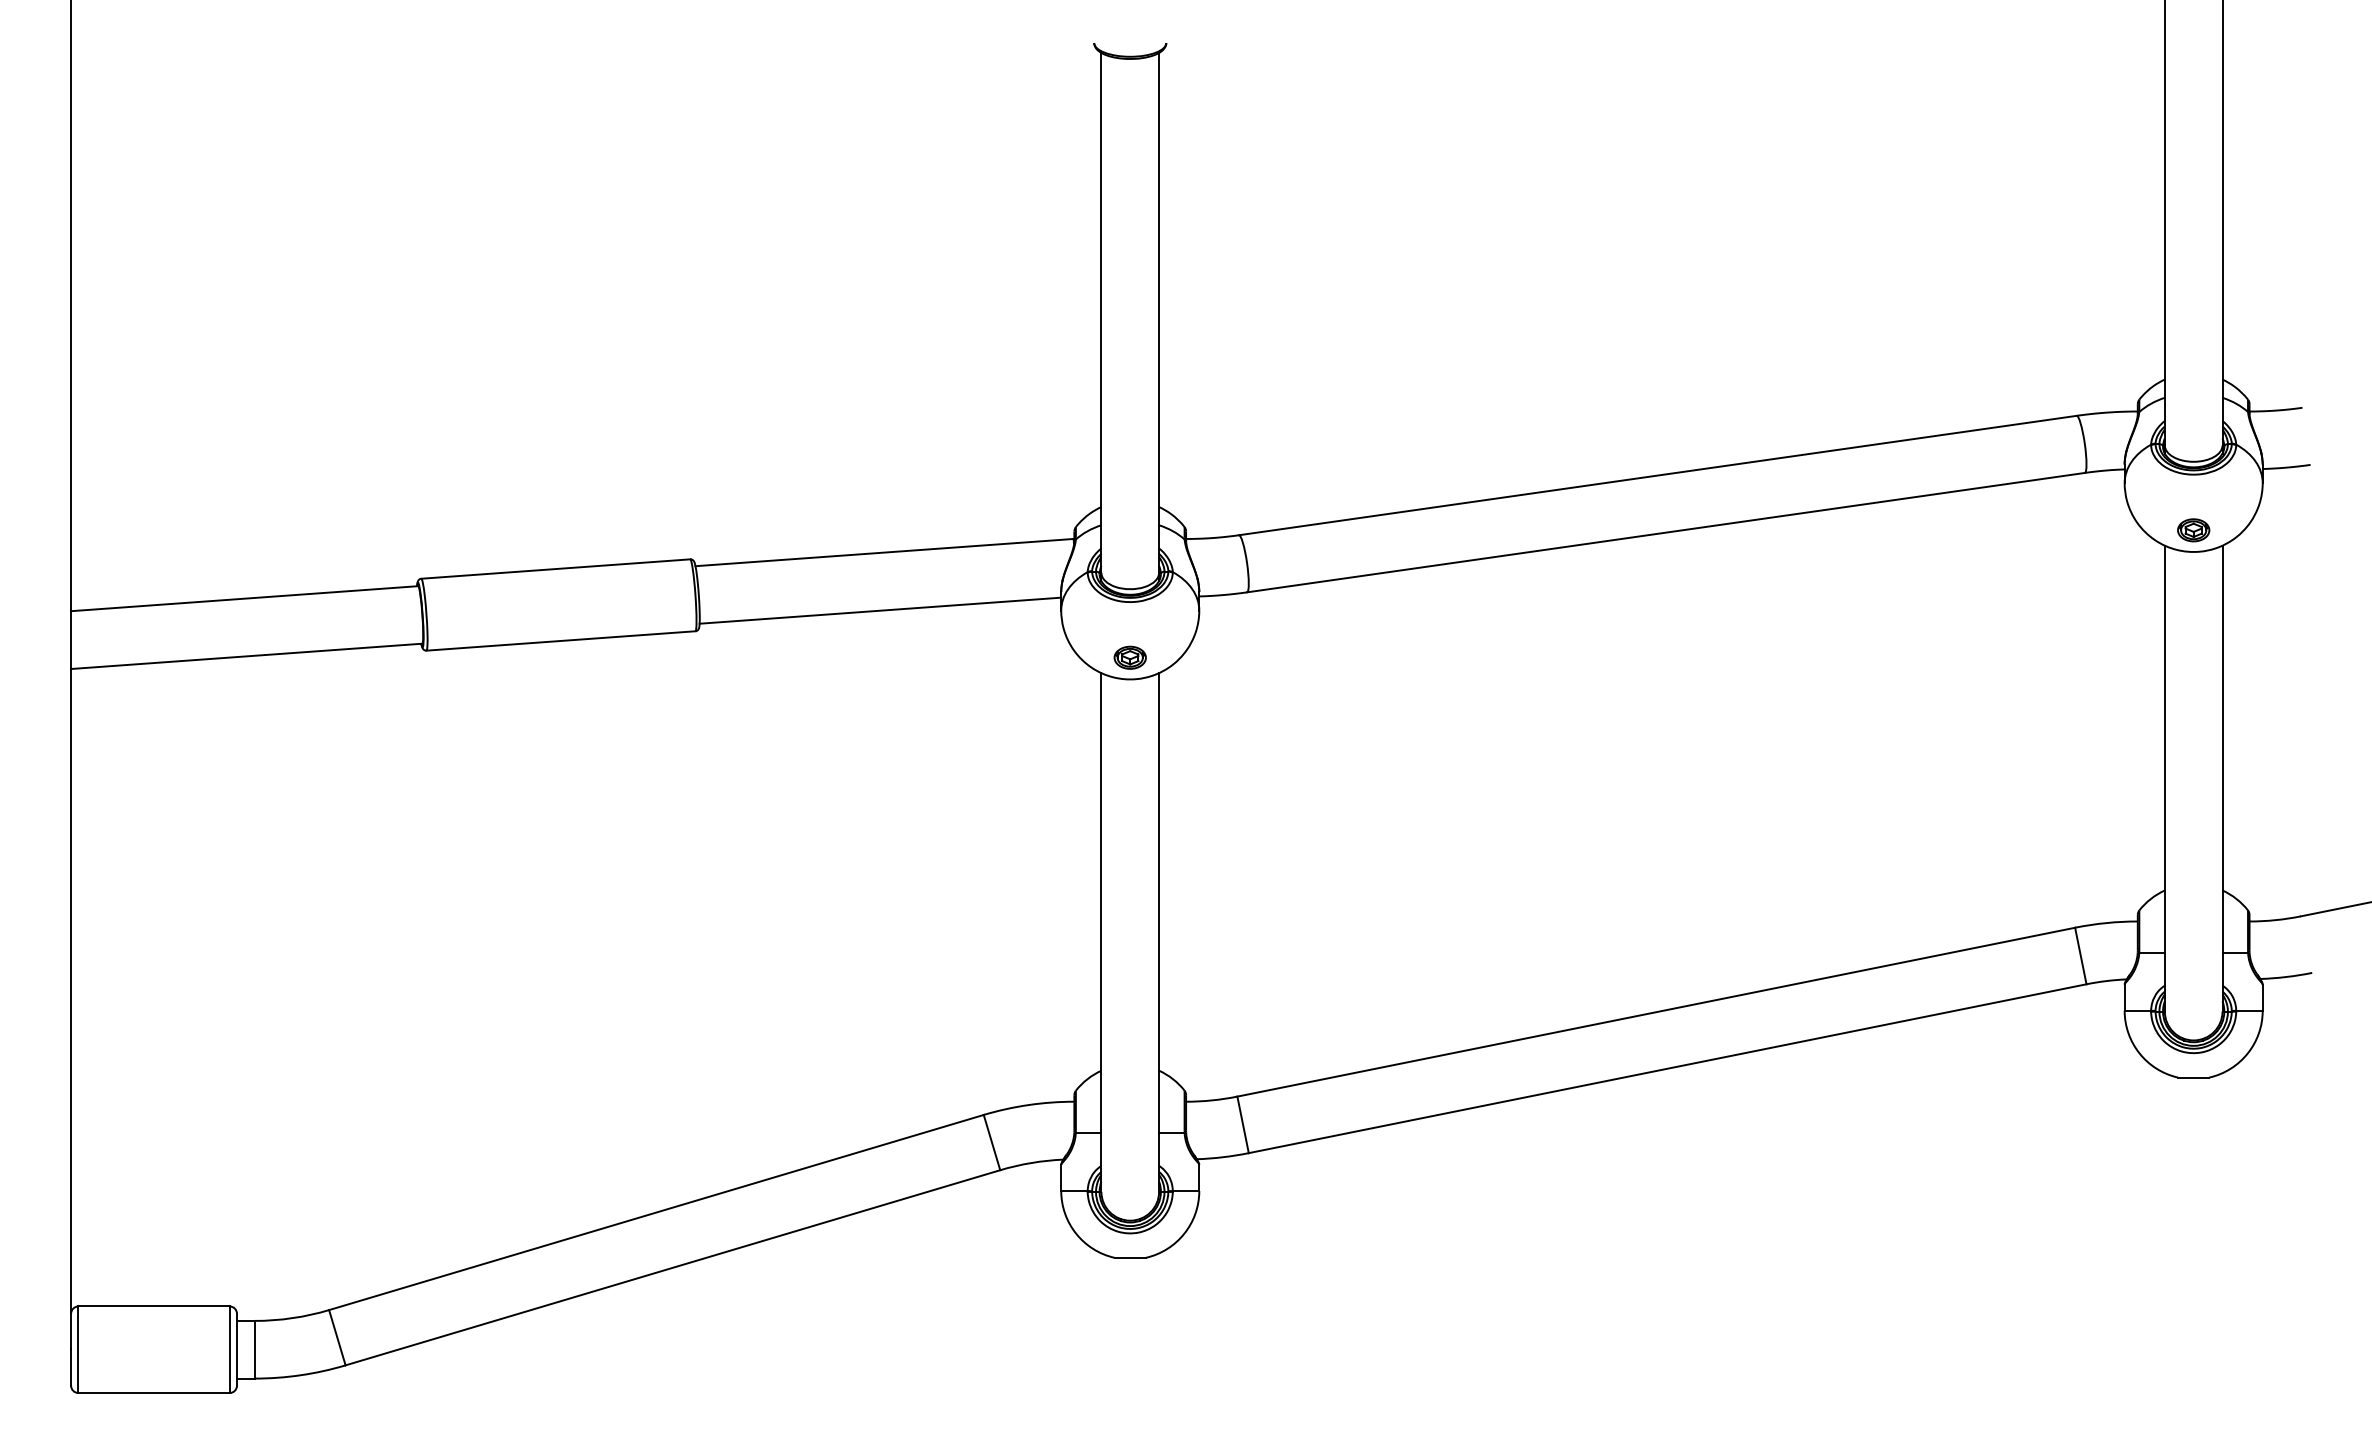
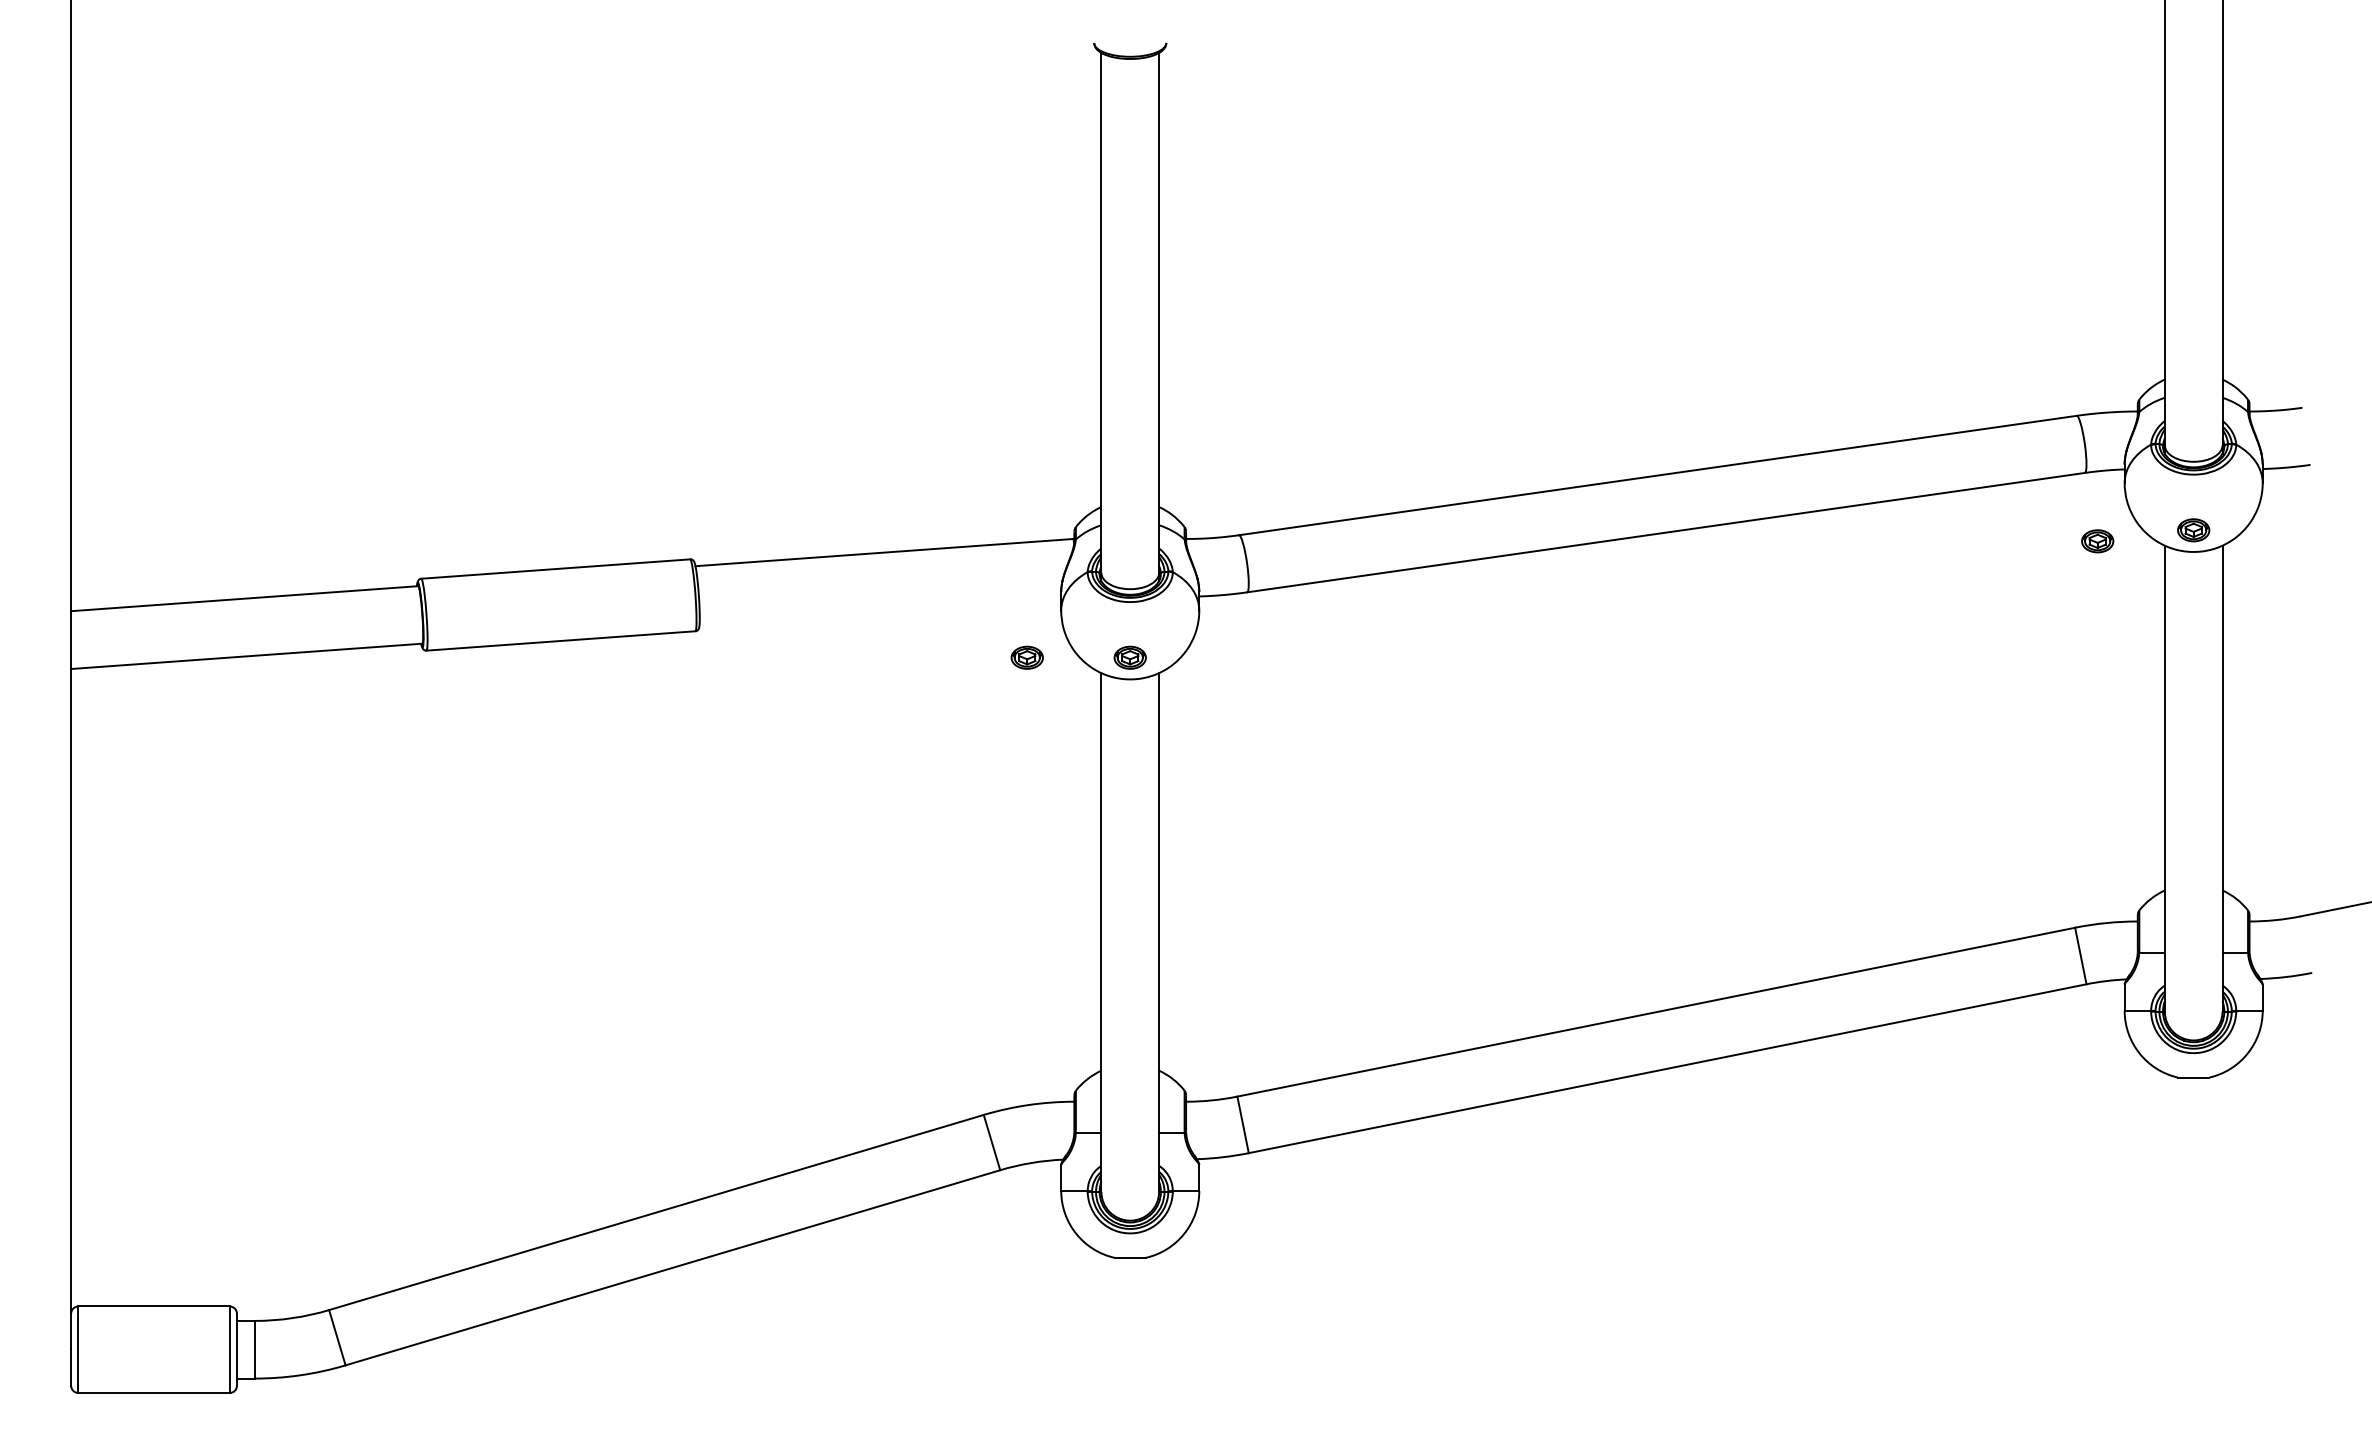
part at (2097, 541): none -> present
line at (880, 610): present -> none
part at (1026, 657): none -> present
